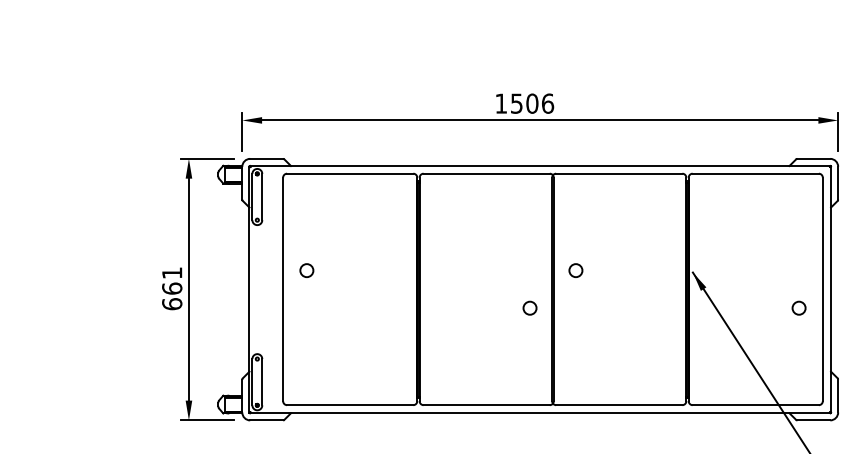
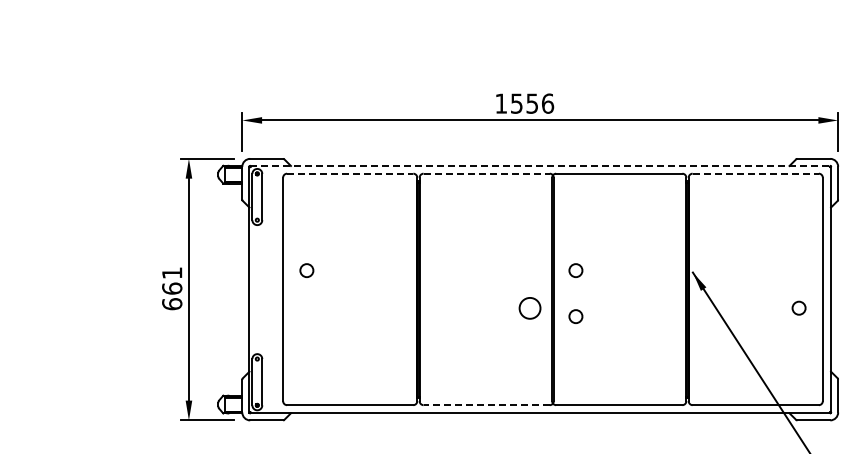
text at (532, 103): 1506 -> 1556
line at (540, 165): solid -> dashed
line at (350, 173): solid -> dashed
line at (487, 173): solid -> dashed
line at (756, 173): solid -> dashed
circle at (529, 307) size: 16x16 px -> 24x23 px
circle at (575, 316): none -> present
line at (486, 405): solid -> dashed
